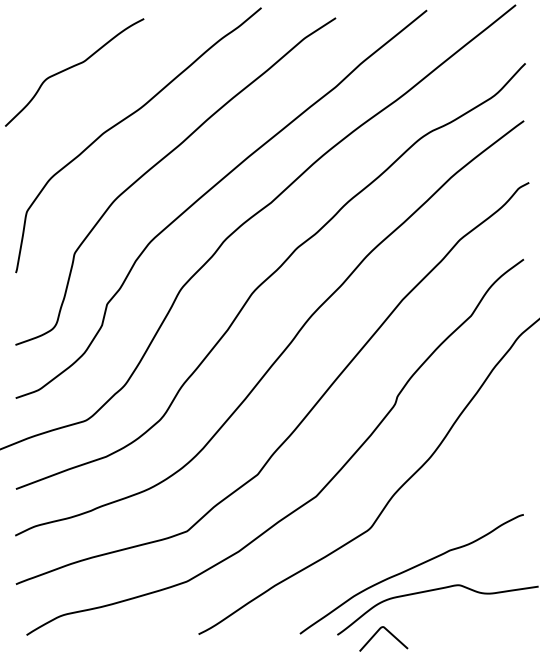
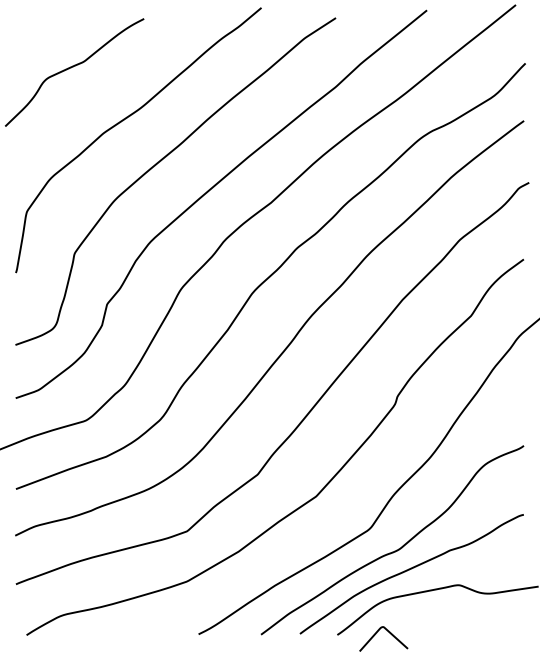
curve at (396, 549): none -> present
